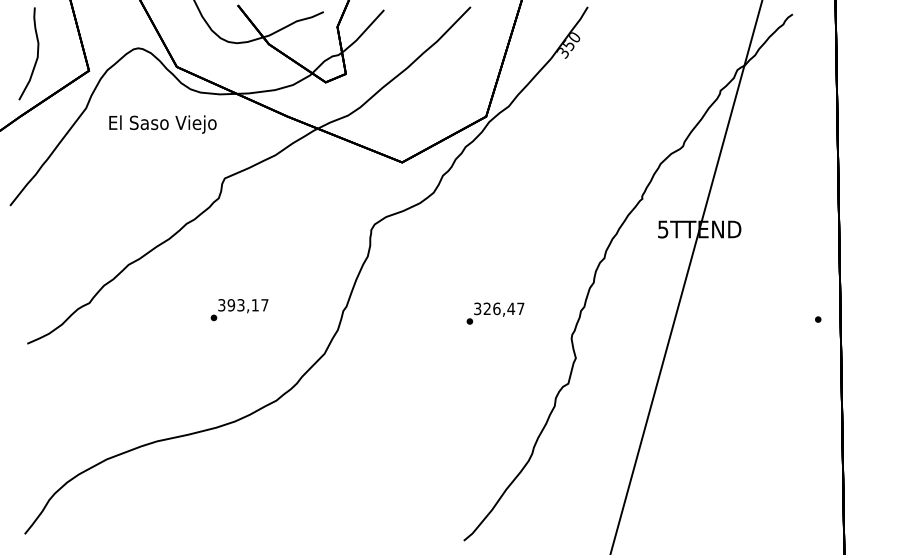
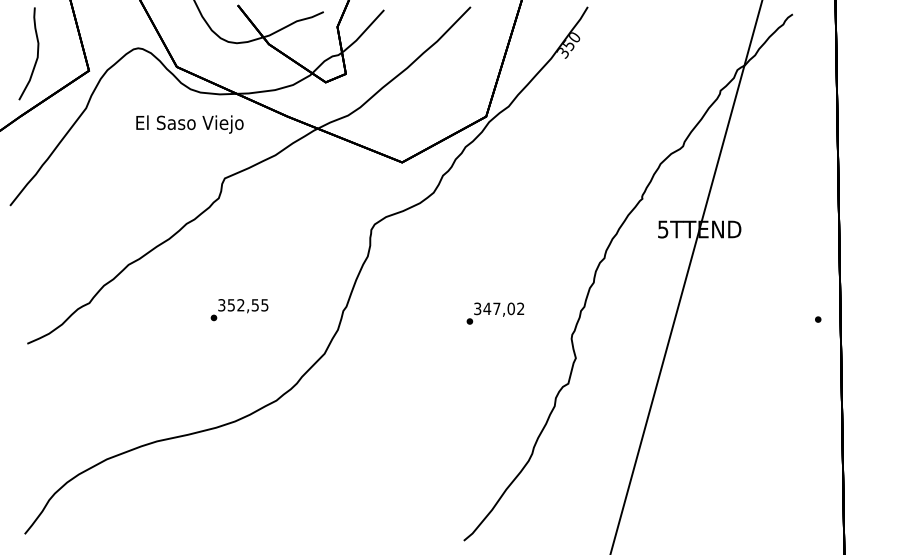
text at (162, 124) position: (162, 124) -> (189, 124)
text at (247, 305): 393,17 -> 352,55
text at (503, 308): 326,47 -> 347,02
